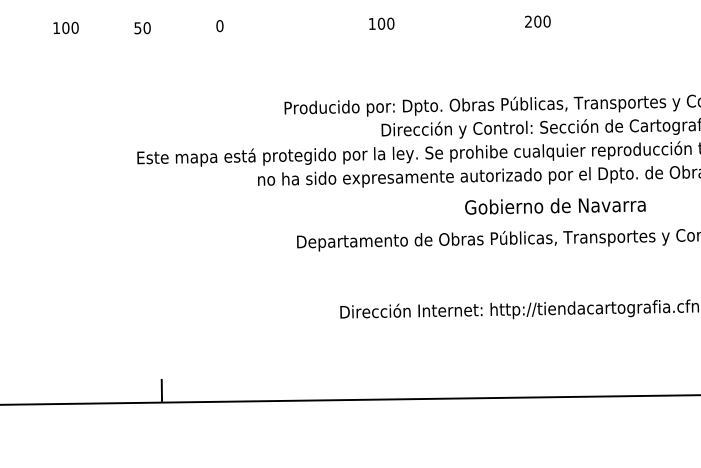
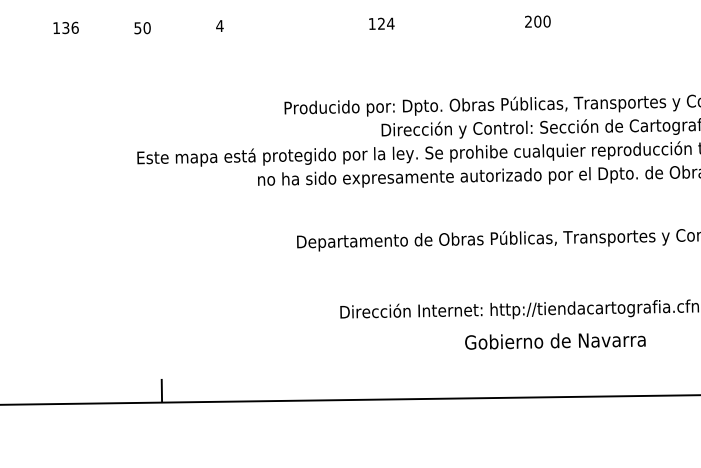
text at (385, 23): 100 -> 124
text at (219, 26): 0 -> 4
text at (70, 27): 100 -> 136
text at (555, 206) position: (555, 206) -> (555, 341)
